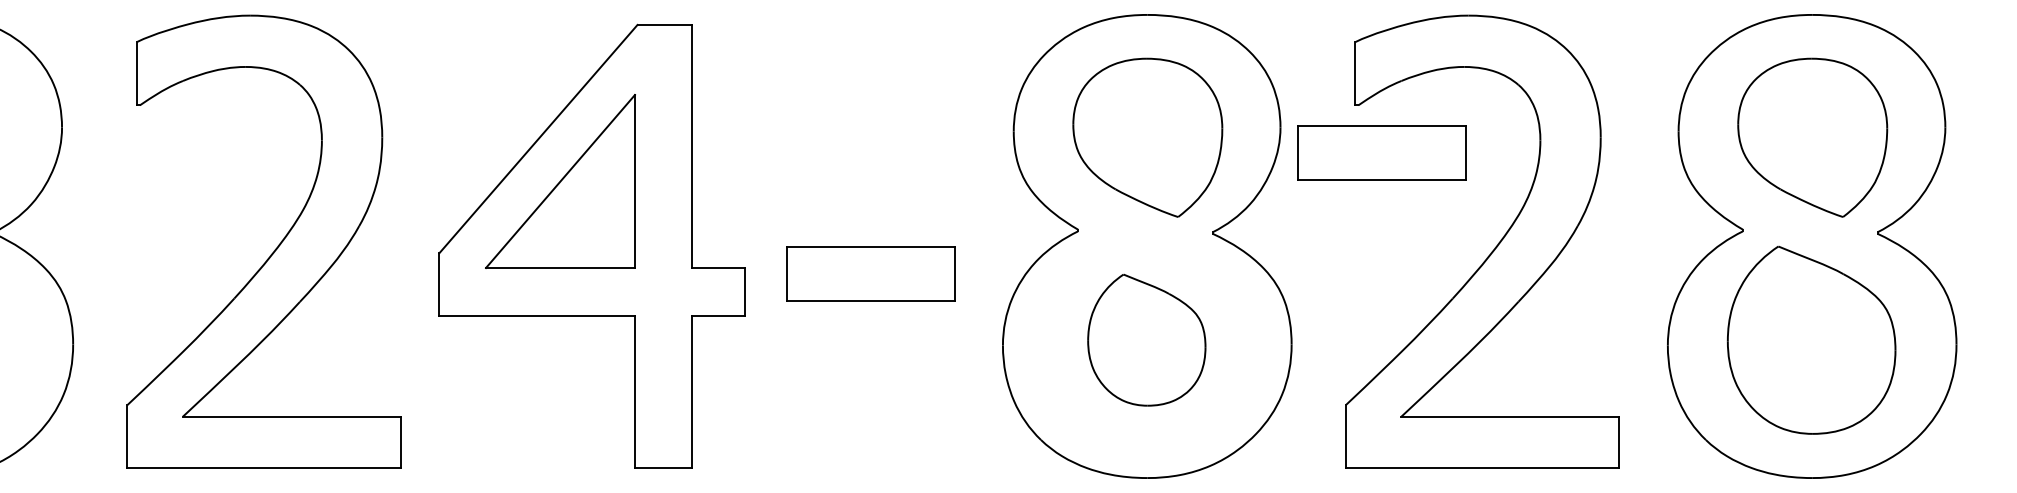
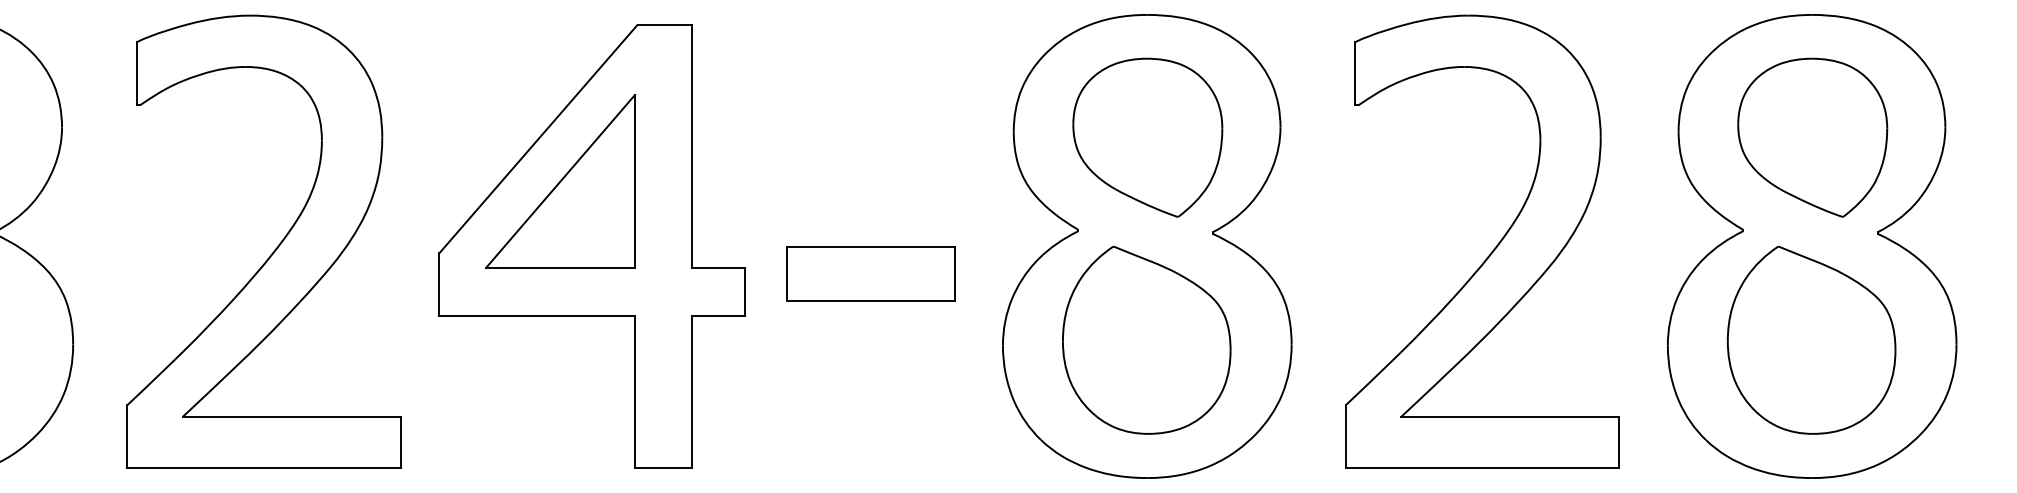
part at (1381, 152): present -> none
part at (1146, 339) size: 120x134 px -> 170x190 px
